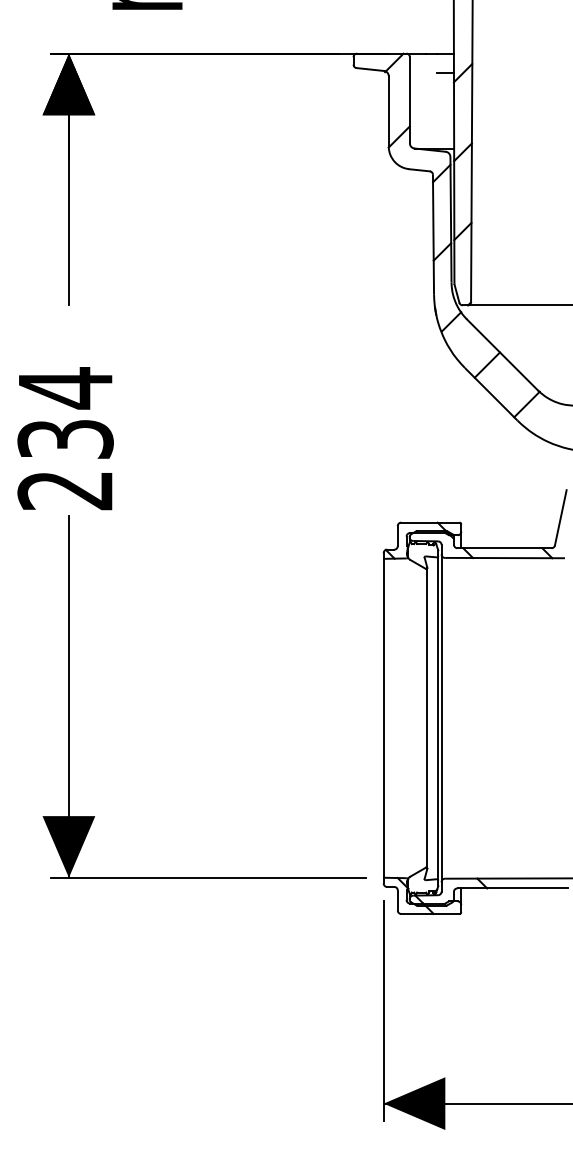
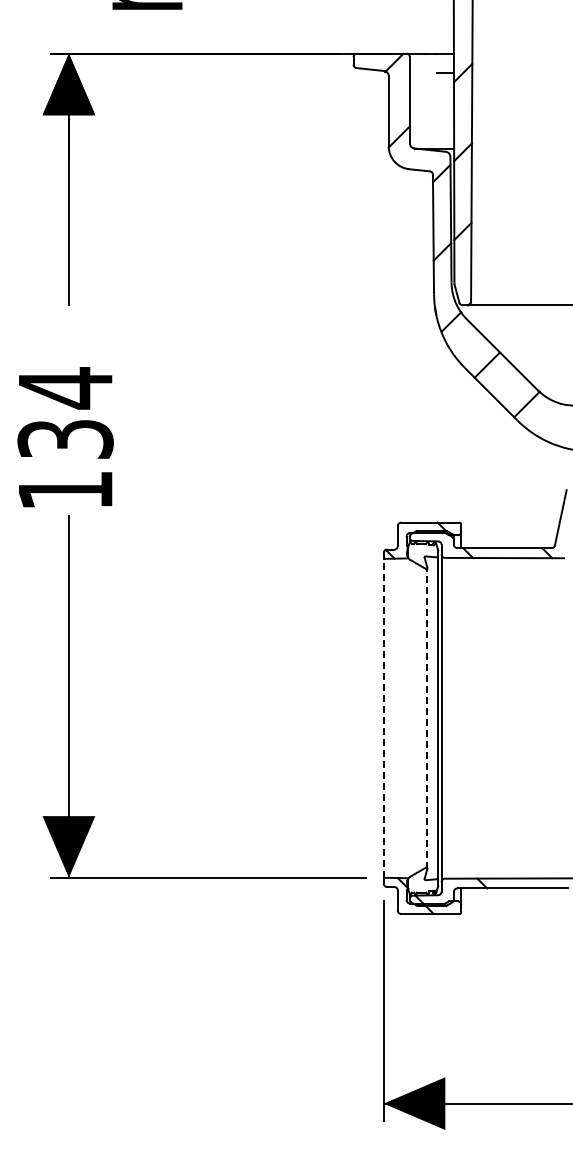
text at (64, 491): 234 -> 134
line at (383, 717): solid -> dashed
line at (427, 717): solid -> dashed
